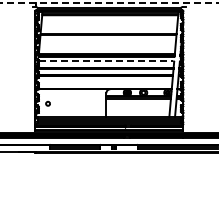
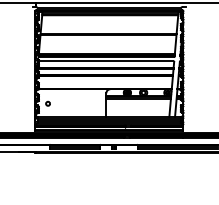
line at (109, 2): dashed -> solid
line at (106, 61): dashed -> solid
